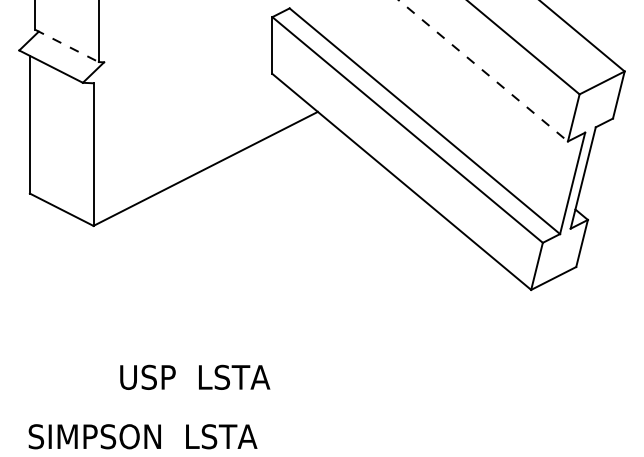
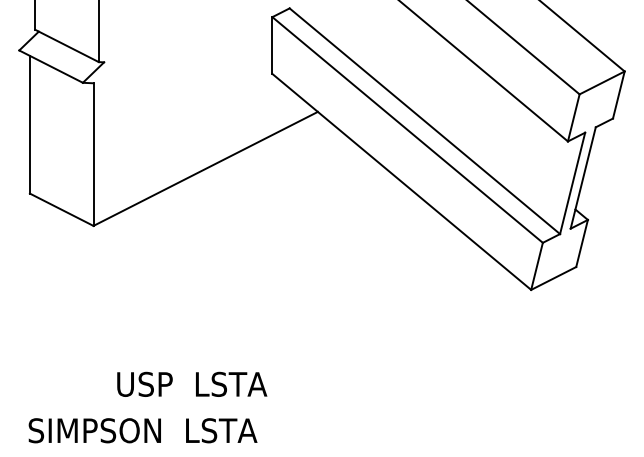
line at (67, 45): dashed -> solid
line at (483, 71): dashed -> solid
text at (195, 376) position: (195, 376) -> (192, 383)
text at (142, 436) position: (142, 436) -> (142, 430)
